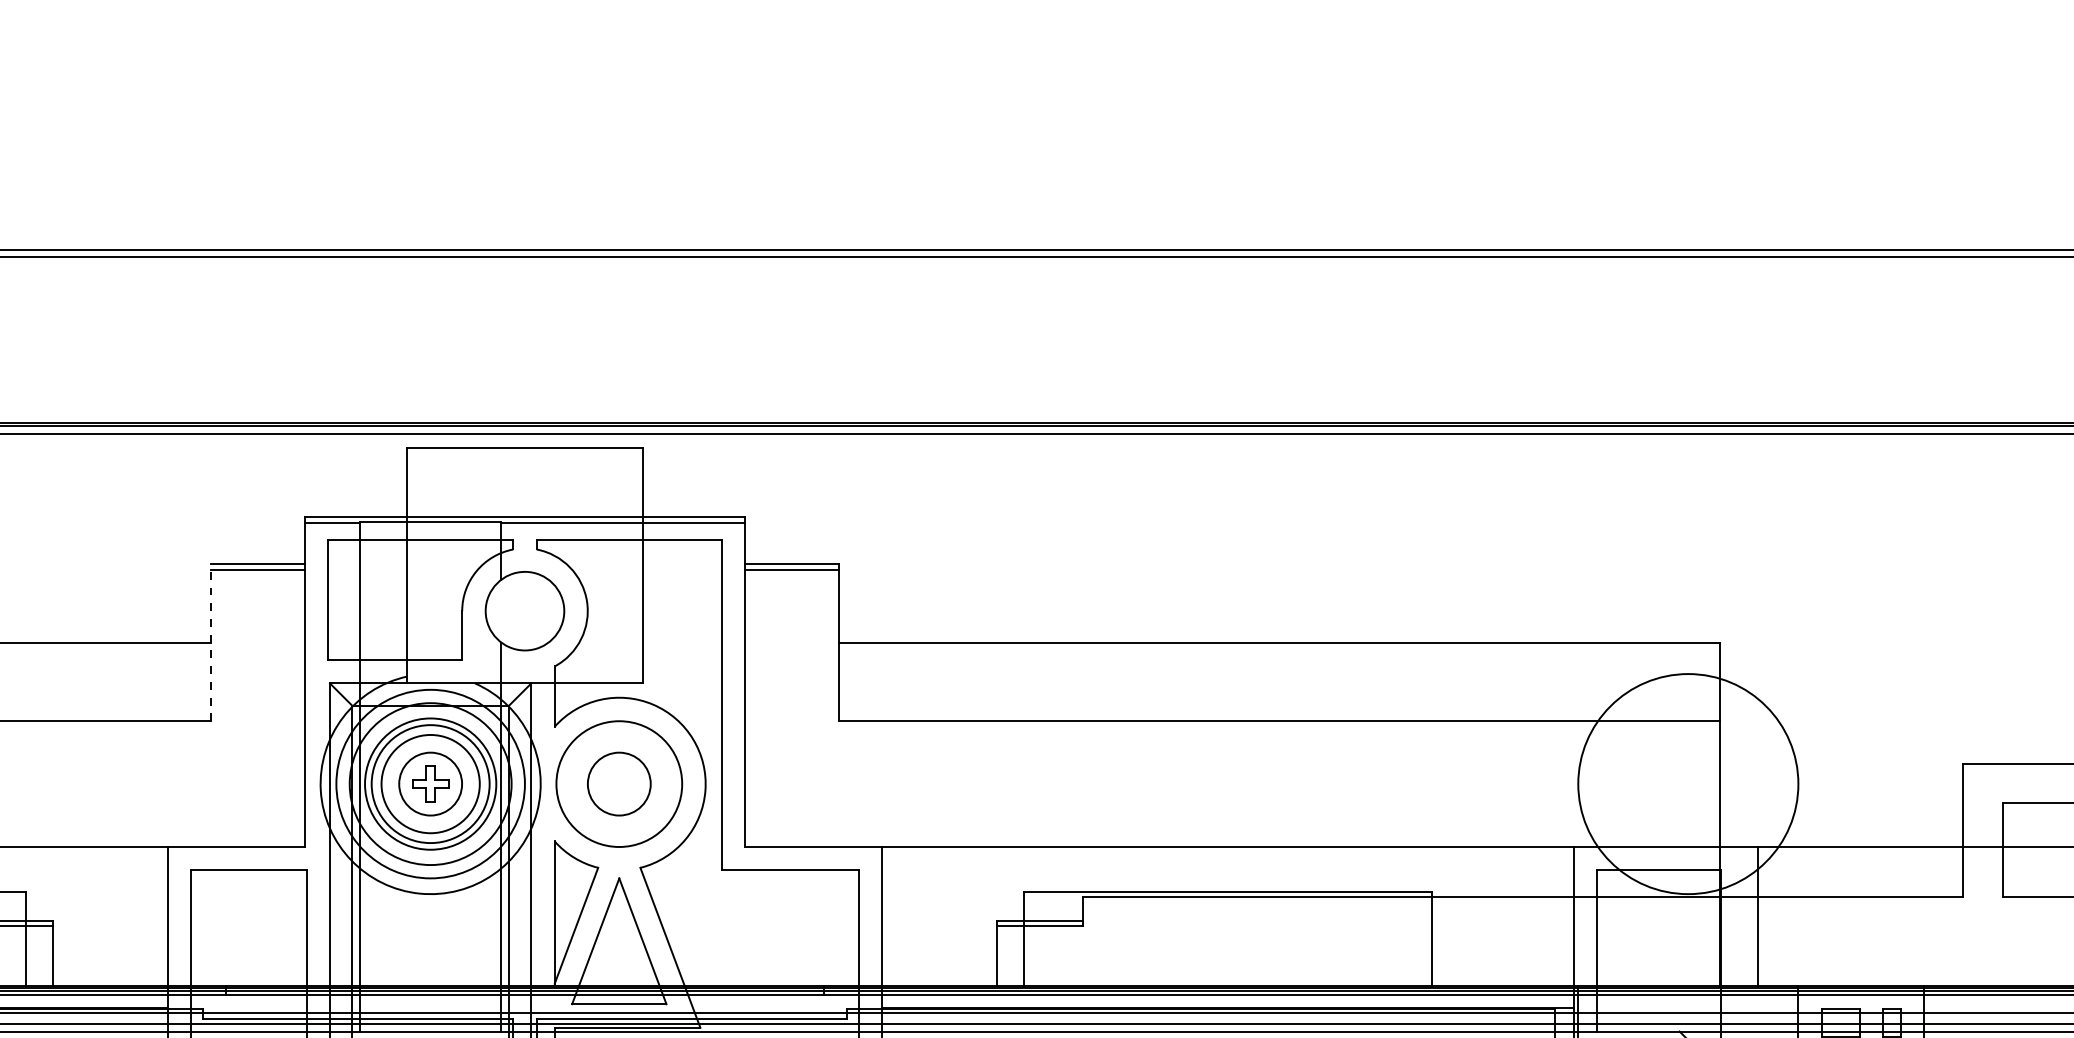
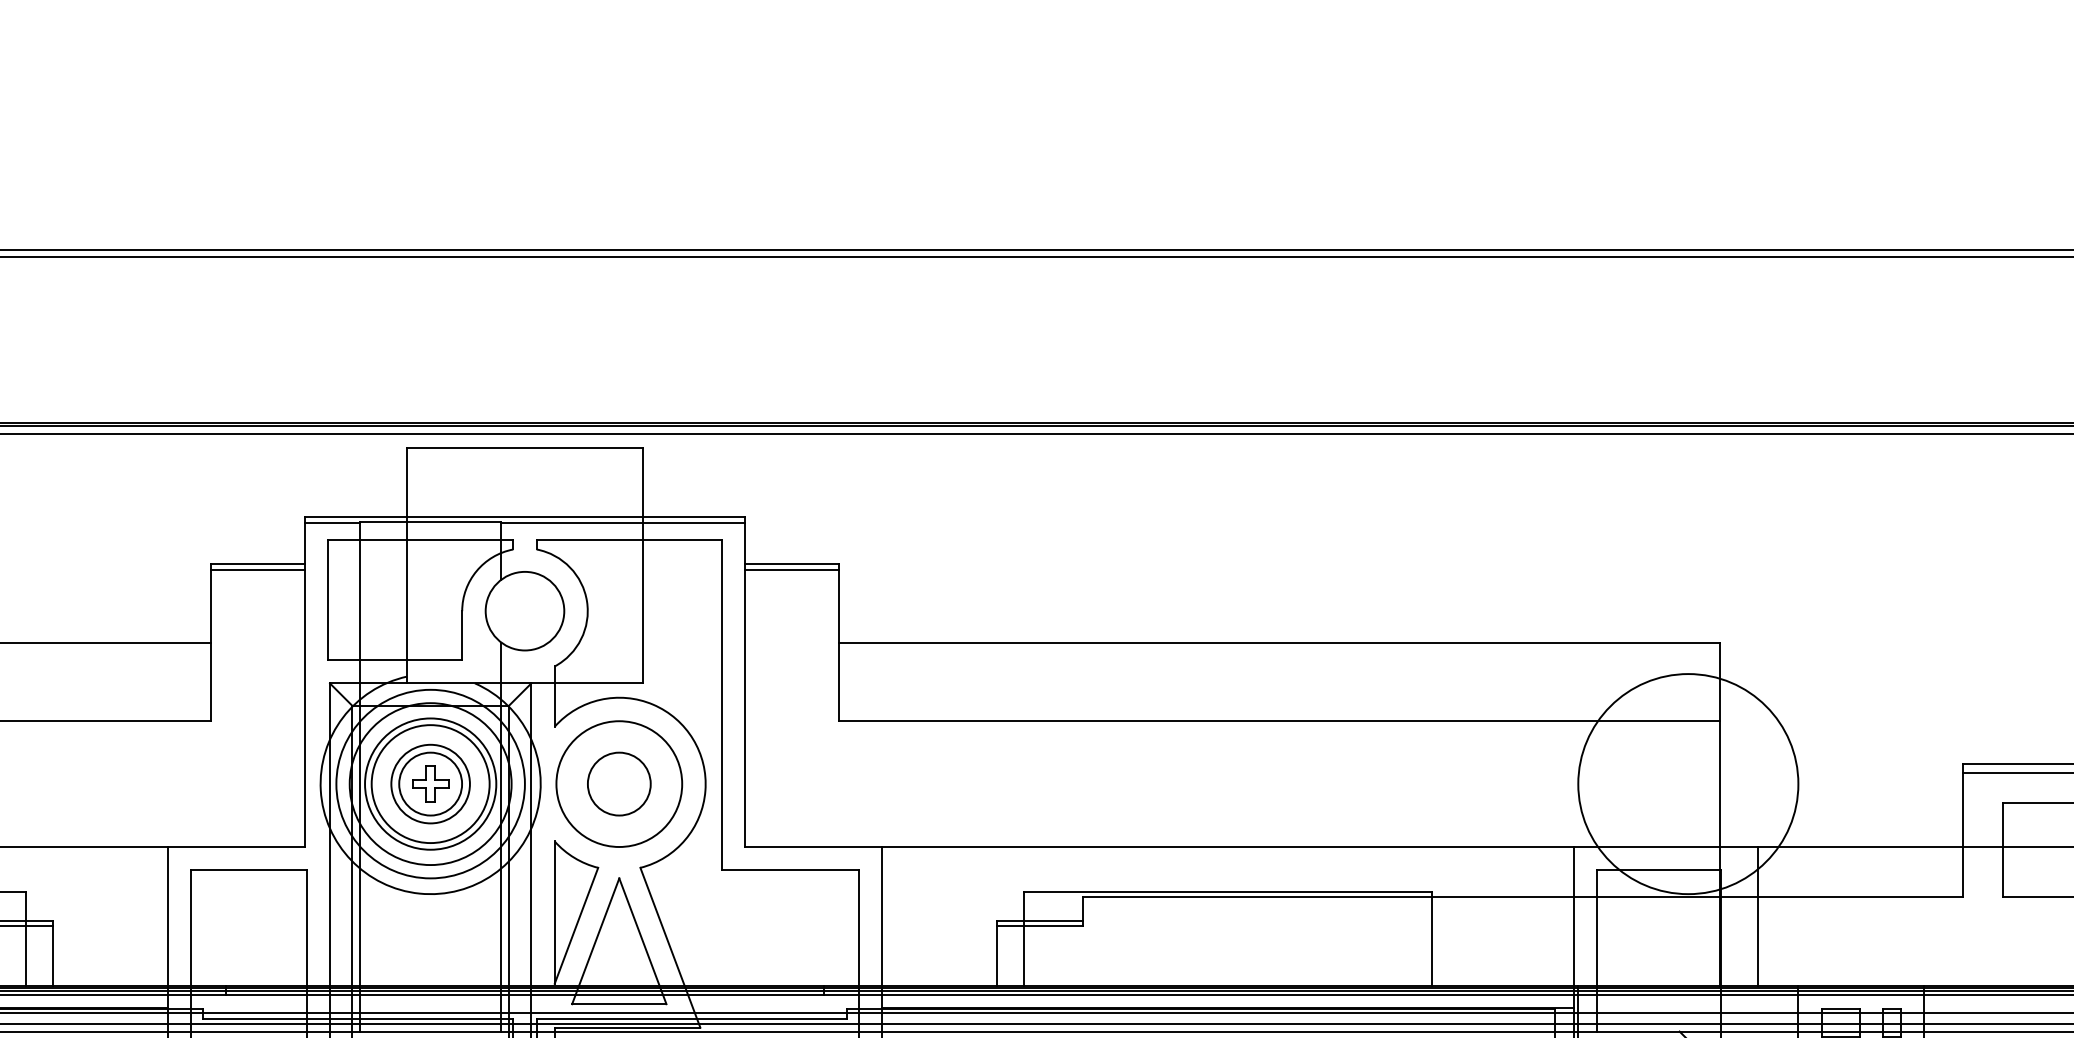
line at (210, 642): dashed -> solid
line at (2016, 773): none -> present
circle at (430, 783) diameter: 98 px -> 79 px
